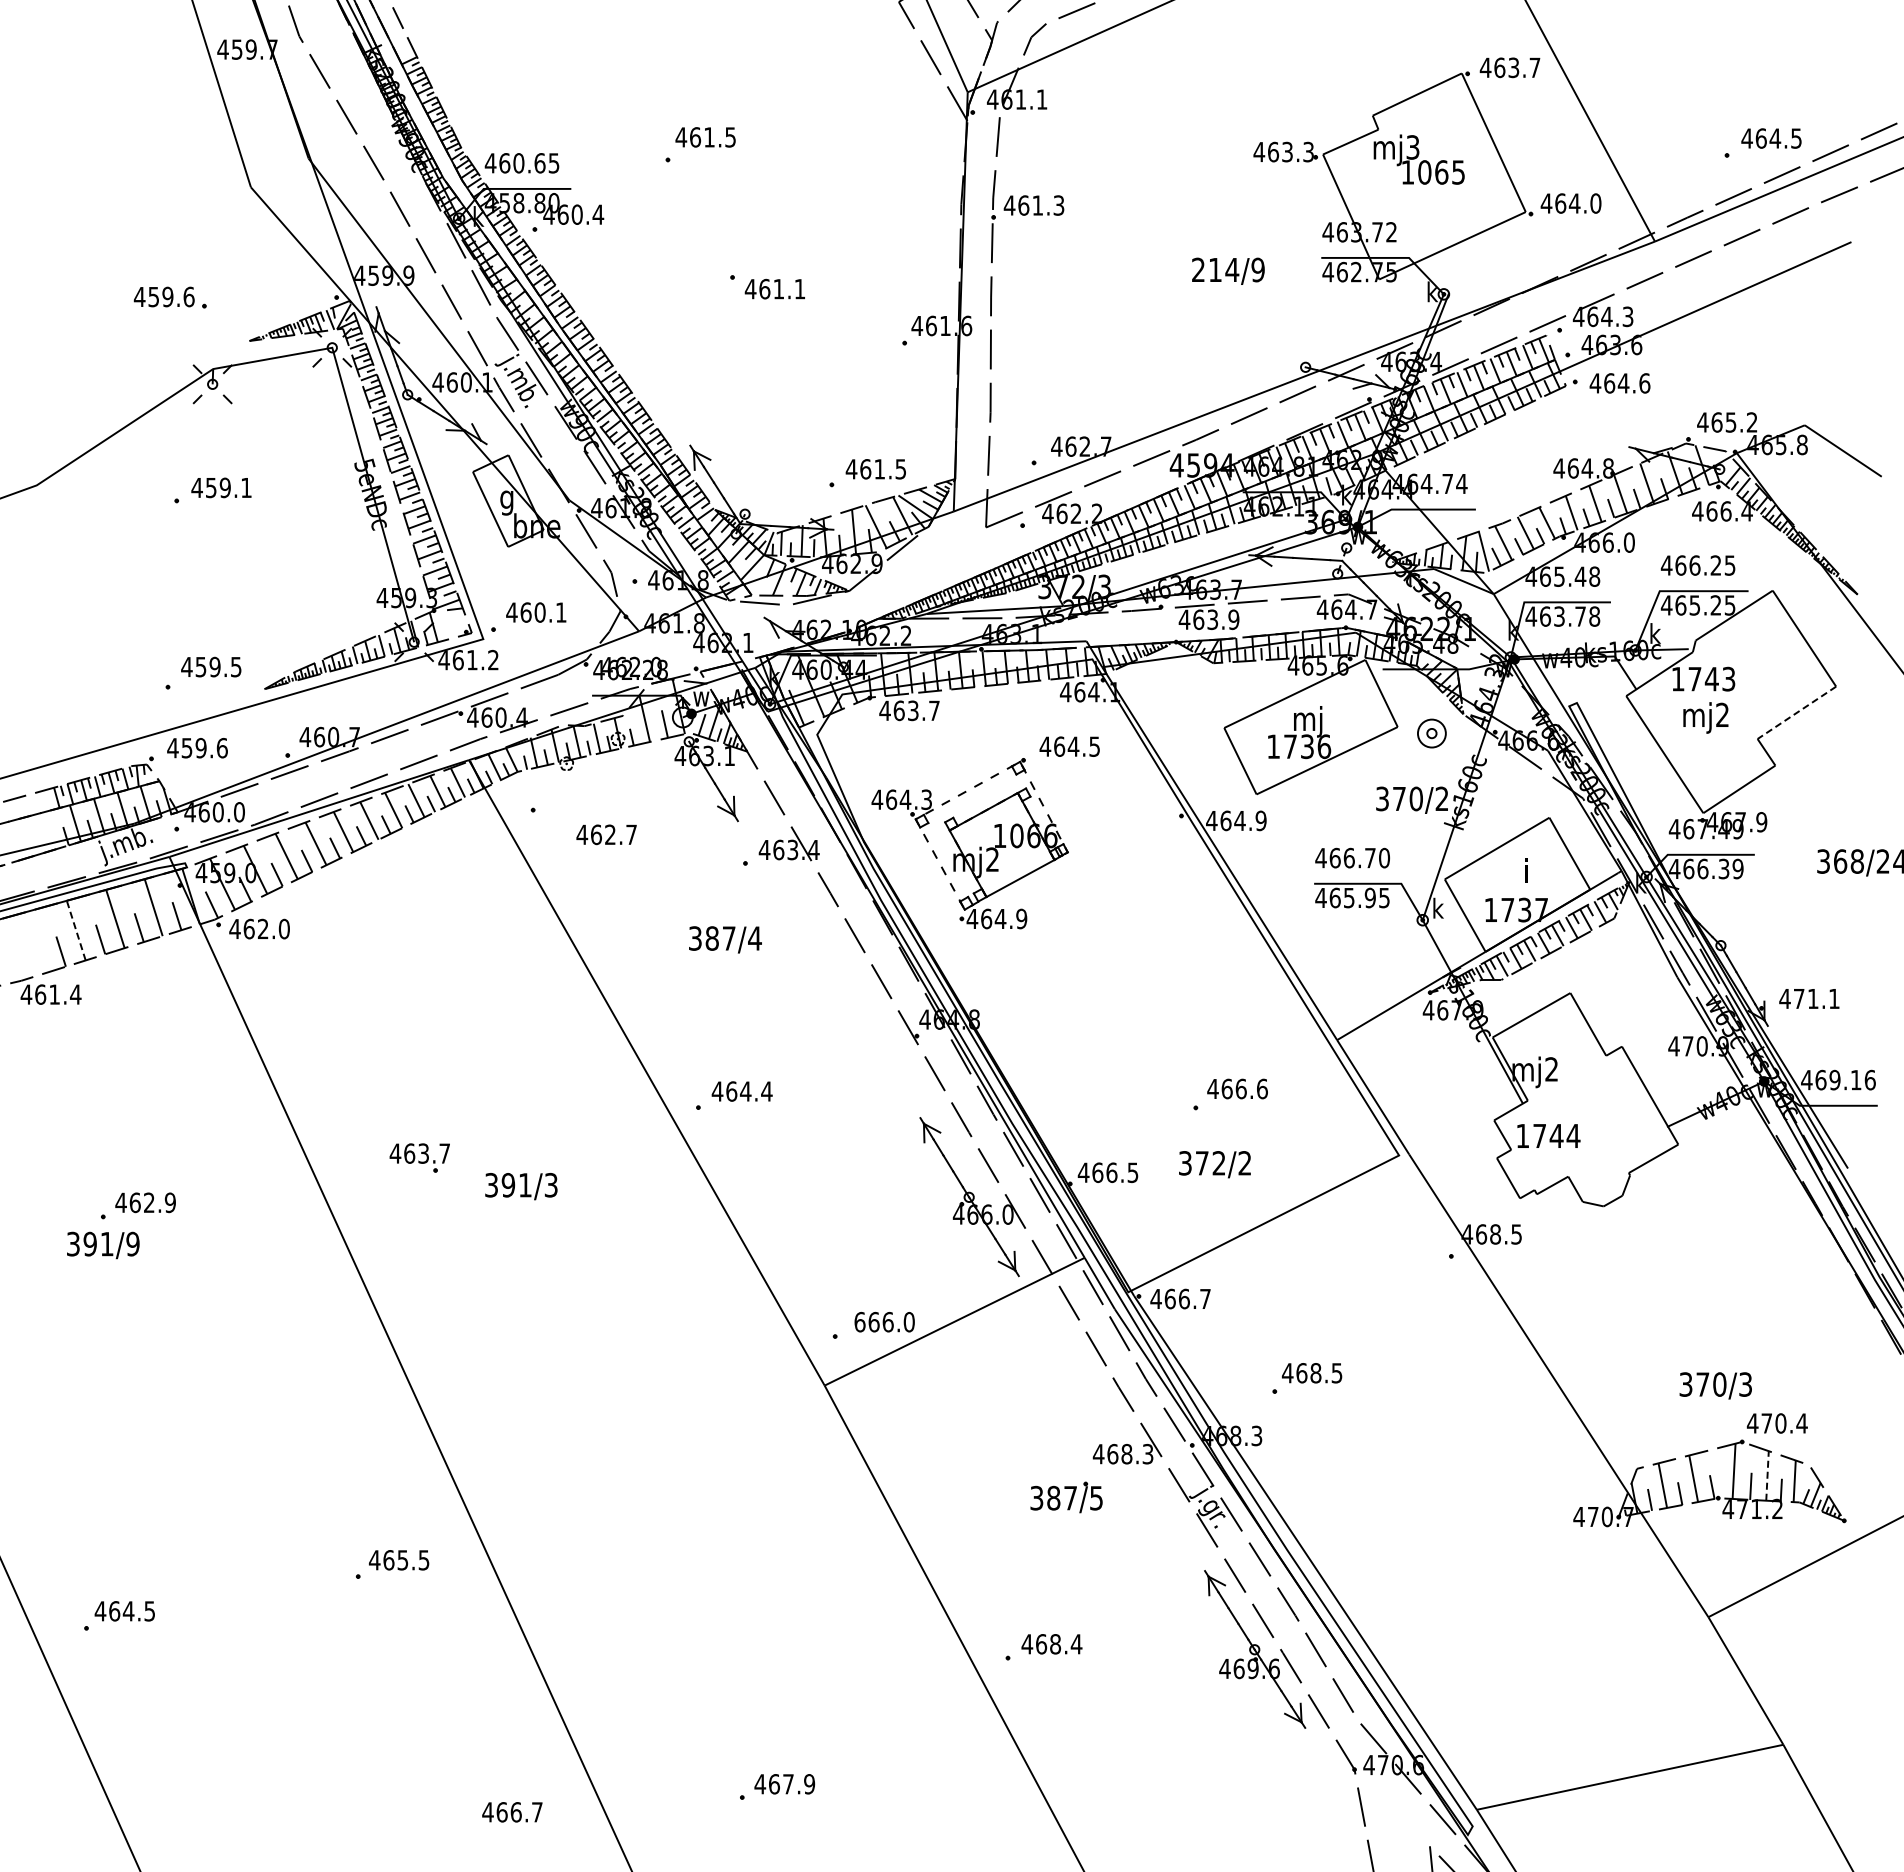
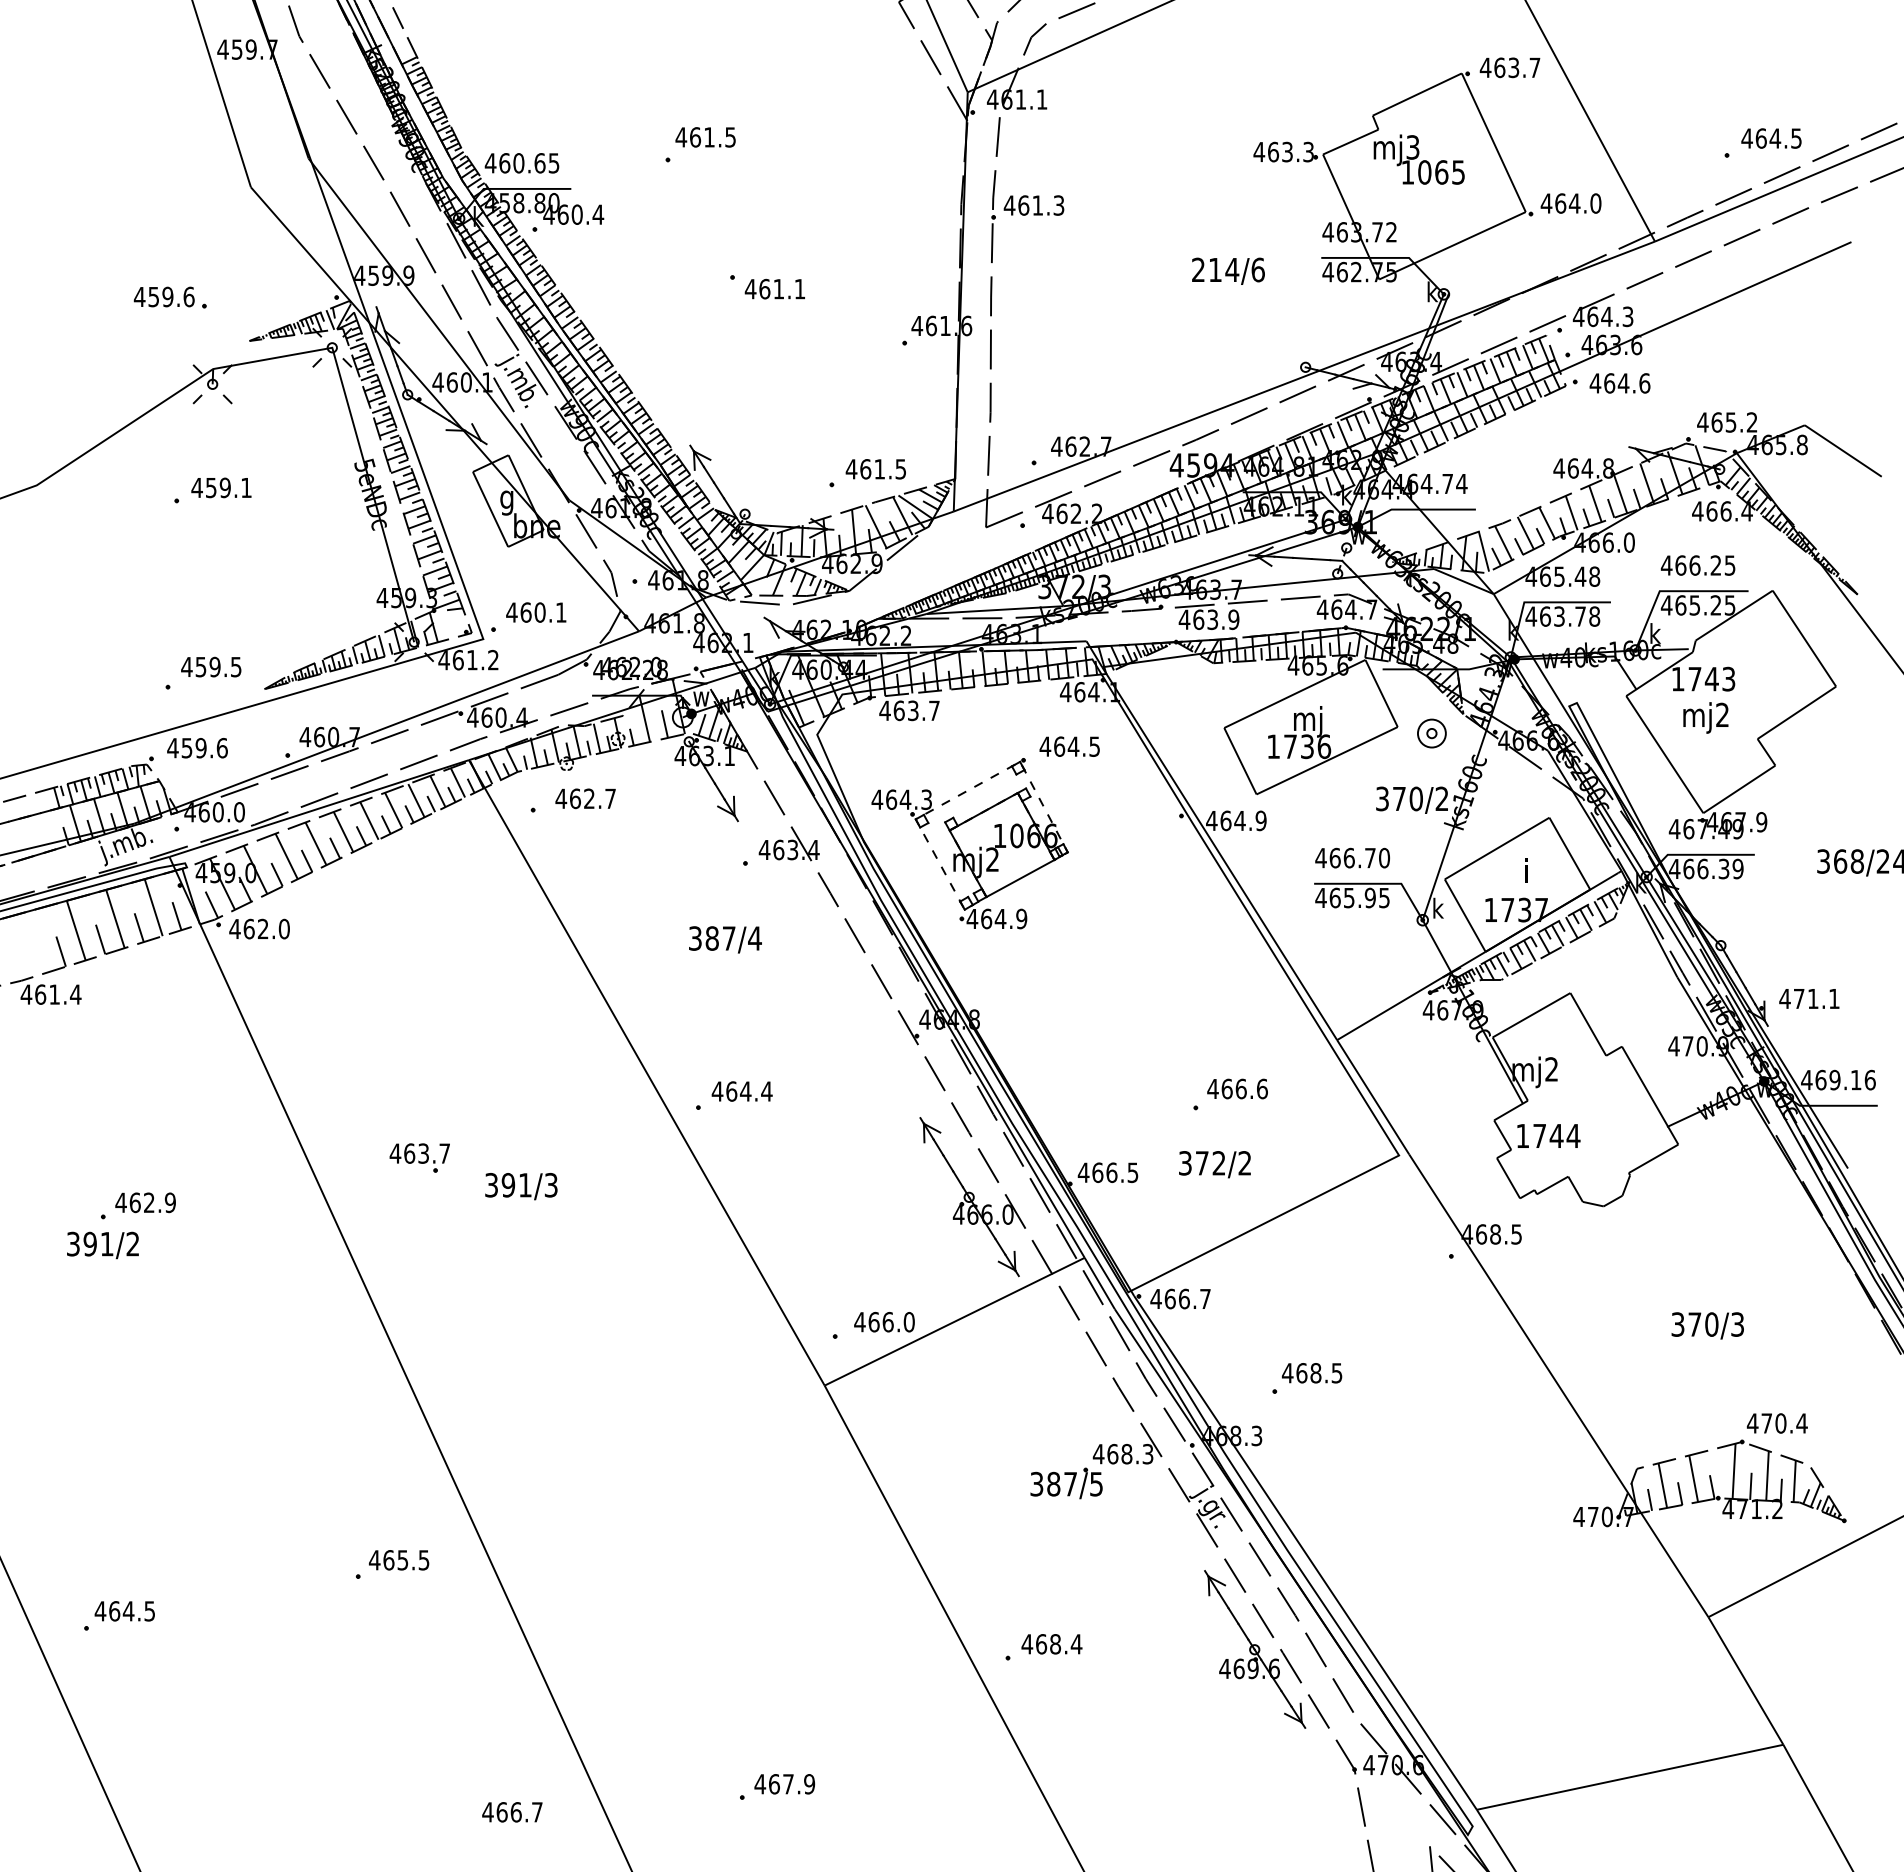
text at (1257, 269): 214/9 -> 214/6
line at (1796, 713): dashed -> solid
text at (606, 834) position: (606, 834) -> (585, 798)
line at (76, 930): dashed -> solid
text at (132, 1244): 391/9 -> 391/2
text at (859, 1321): 666.0 -> 466.0
text at (1715, 1385) position: (1715, 1385) -> (1707, 1325)
line at (1767, 1475): dashed -> solid
text at (1066, 1497) position: (1066, 1497) -> (1066, 1483)
